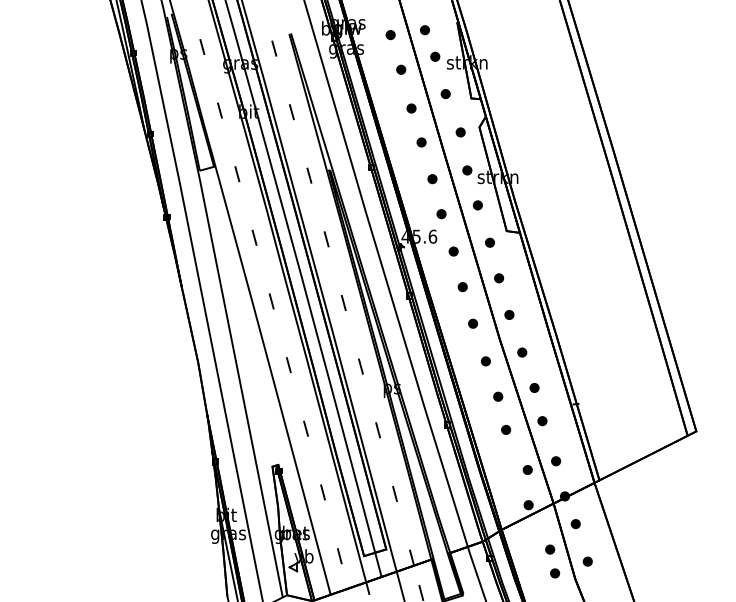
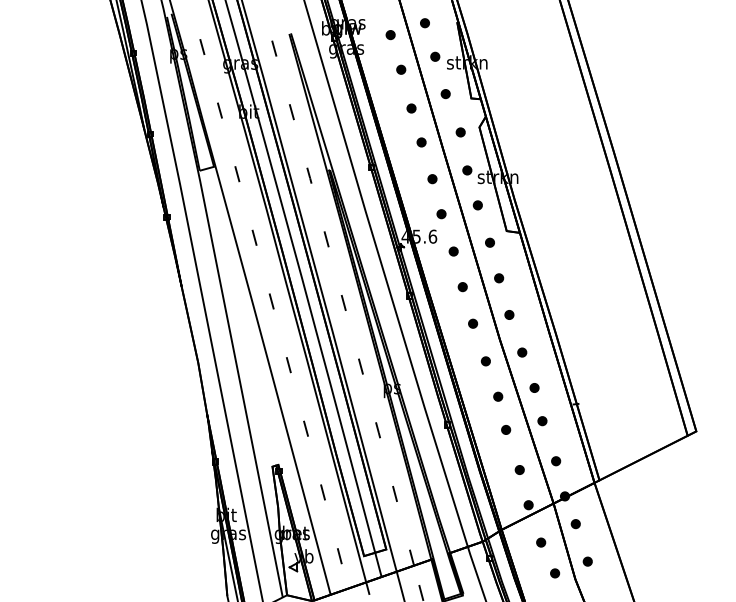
part at (424, 30) position: (424, 30) -> (424, 23)
part at (527, 469) position: (527, 469) -> (519, 469)
part at (550, 549) position: (550, 549) -> (541, 542)
